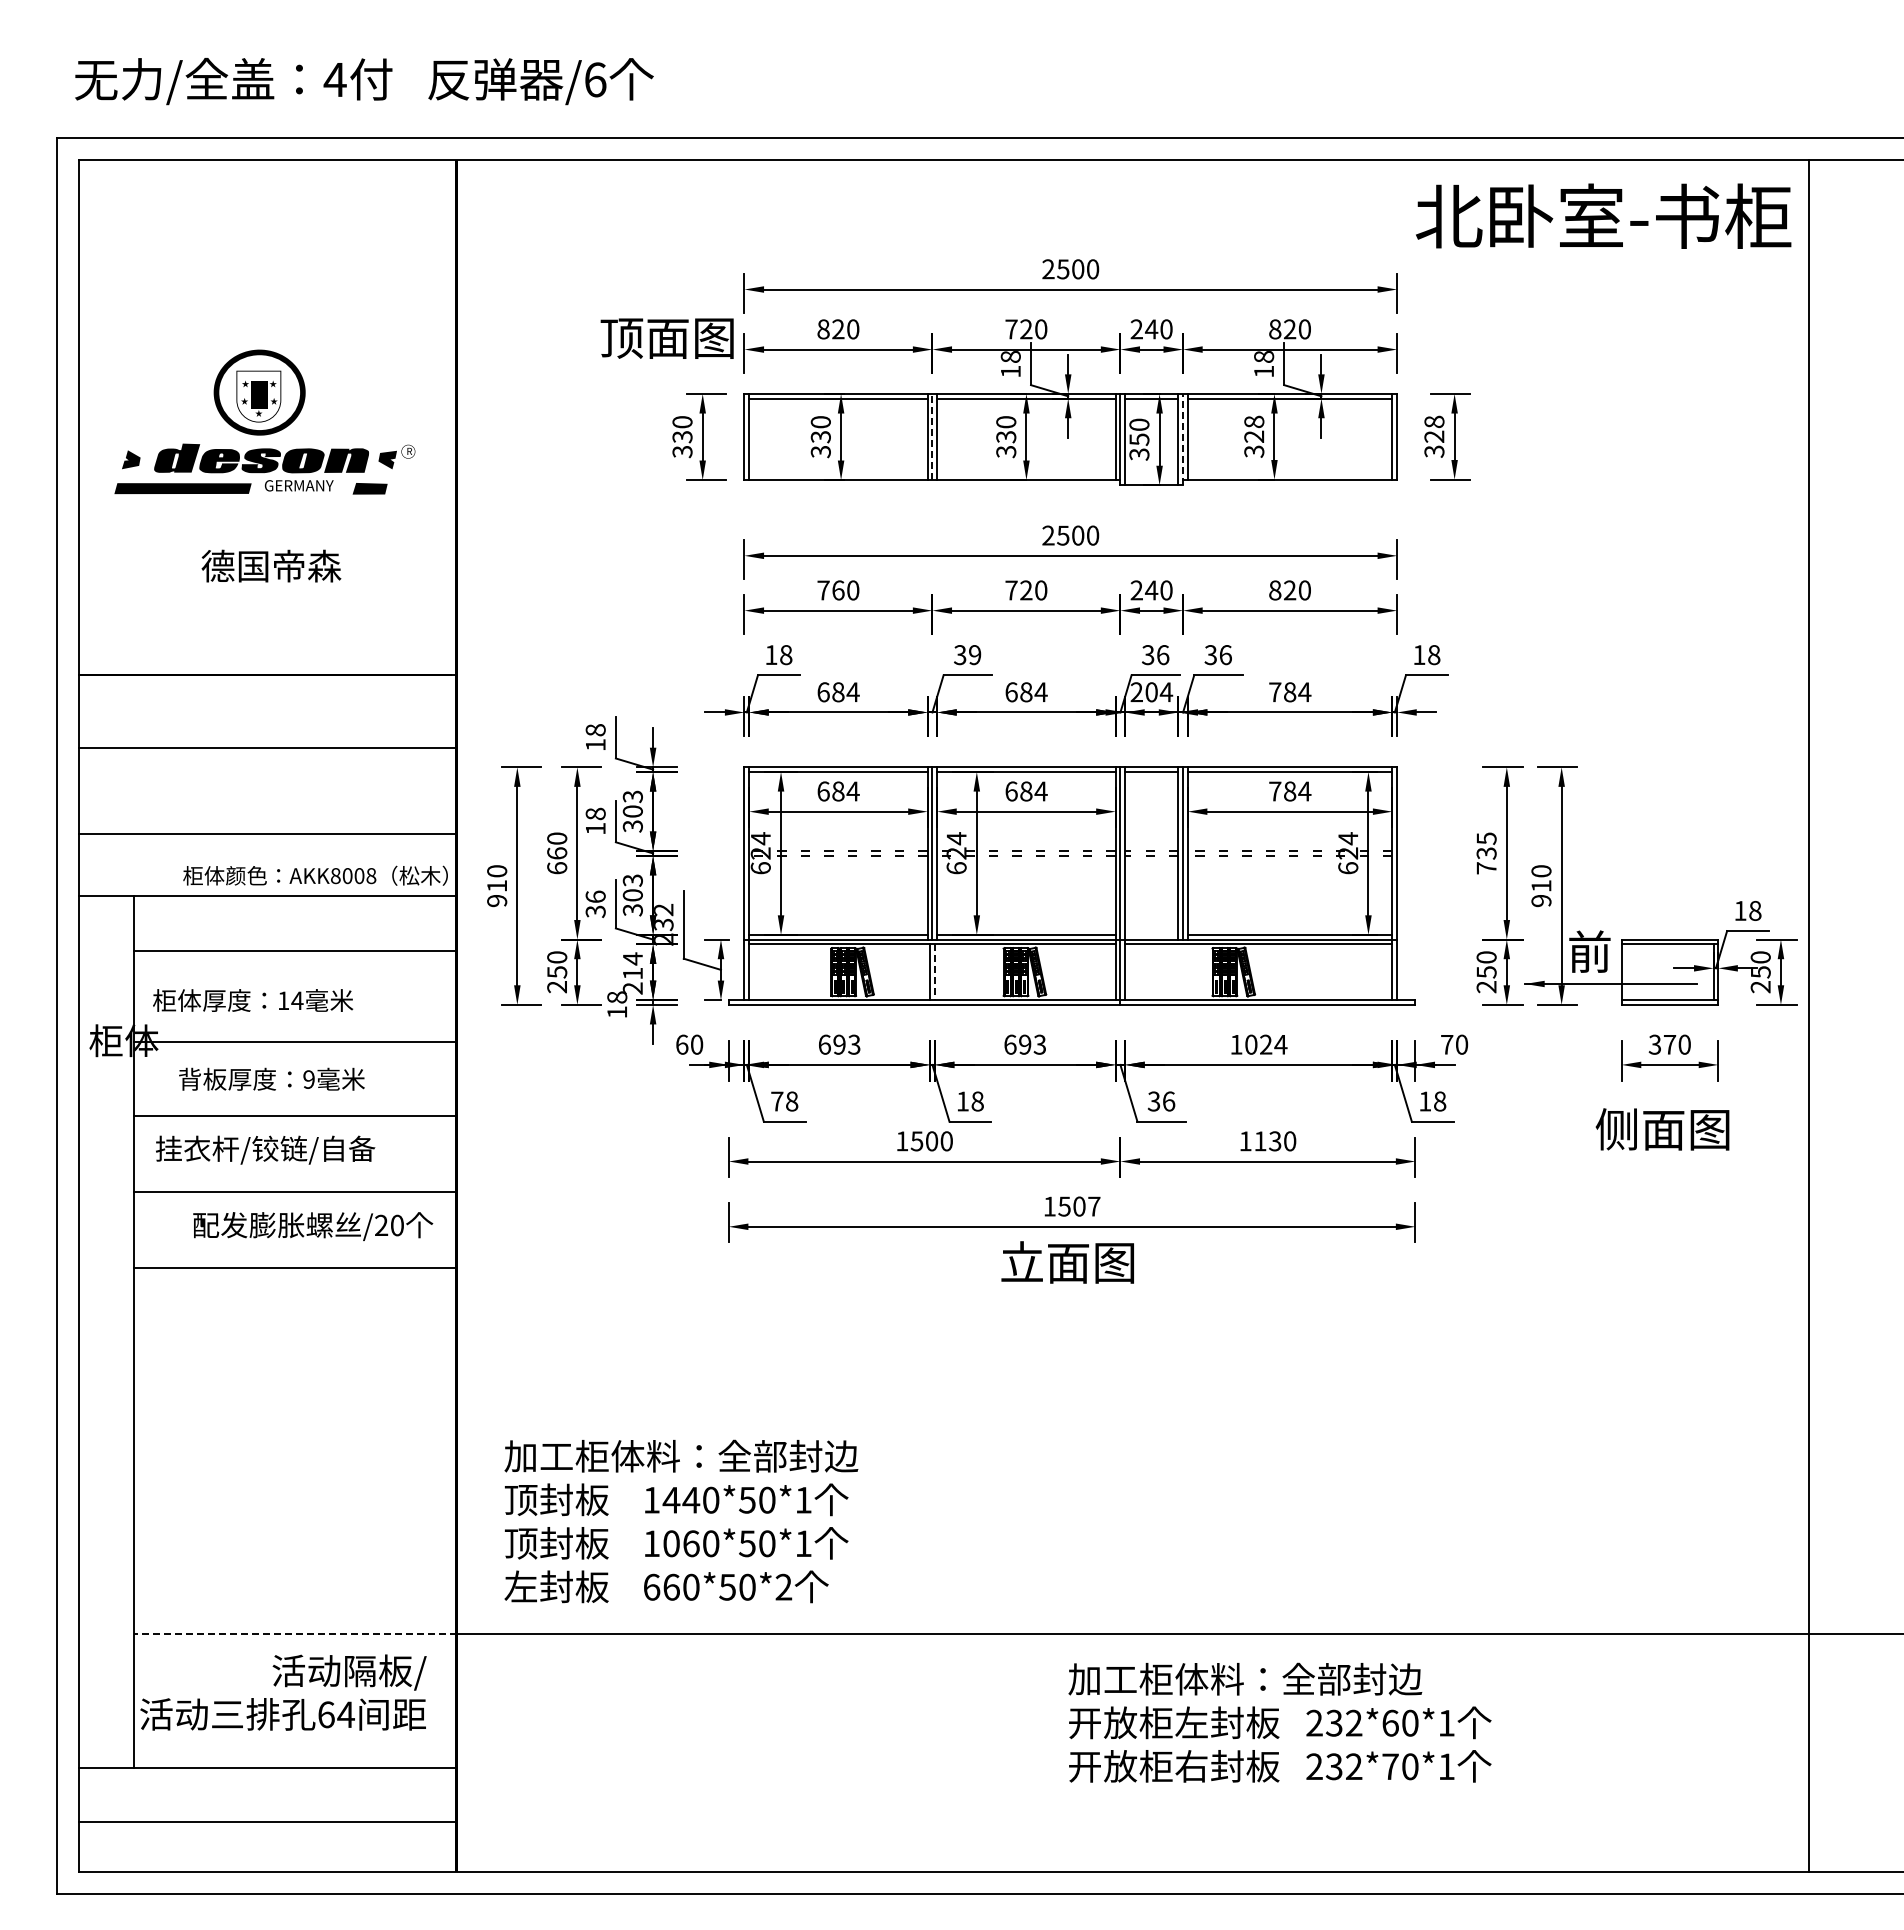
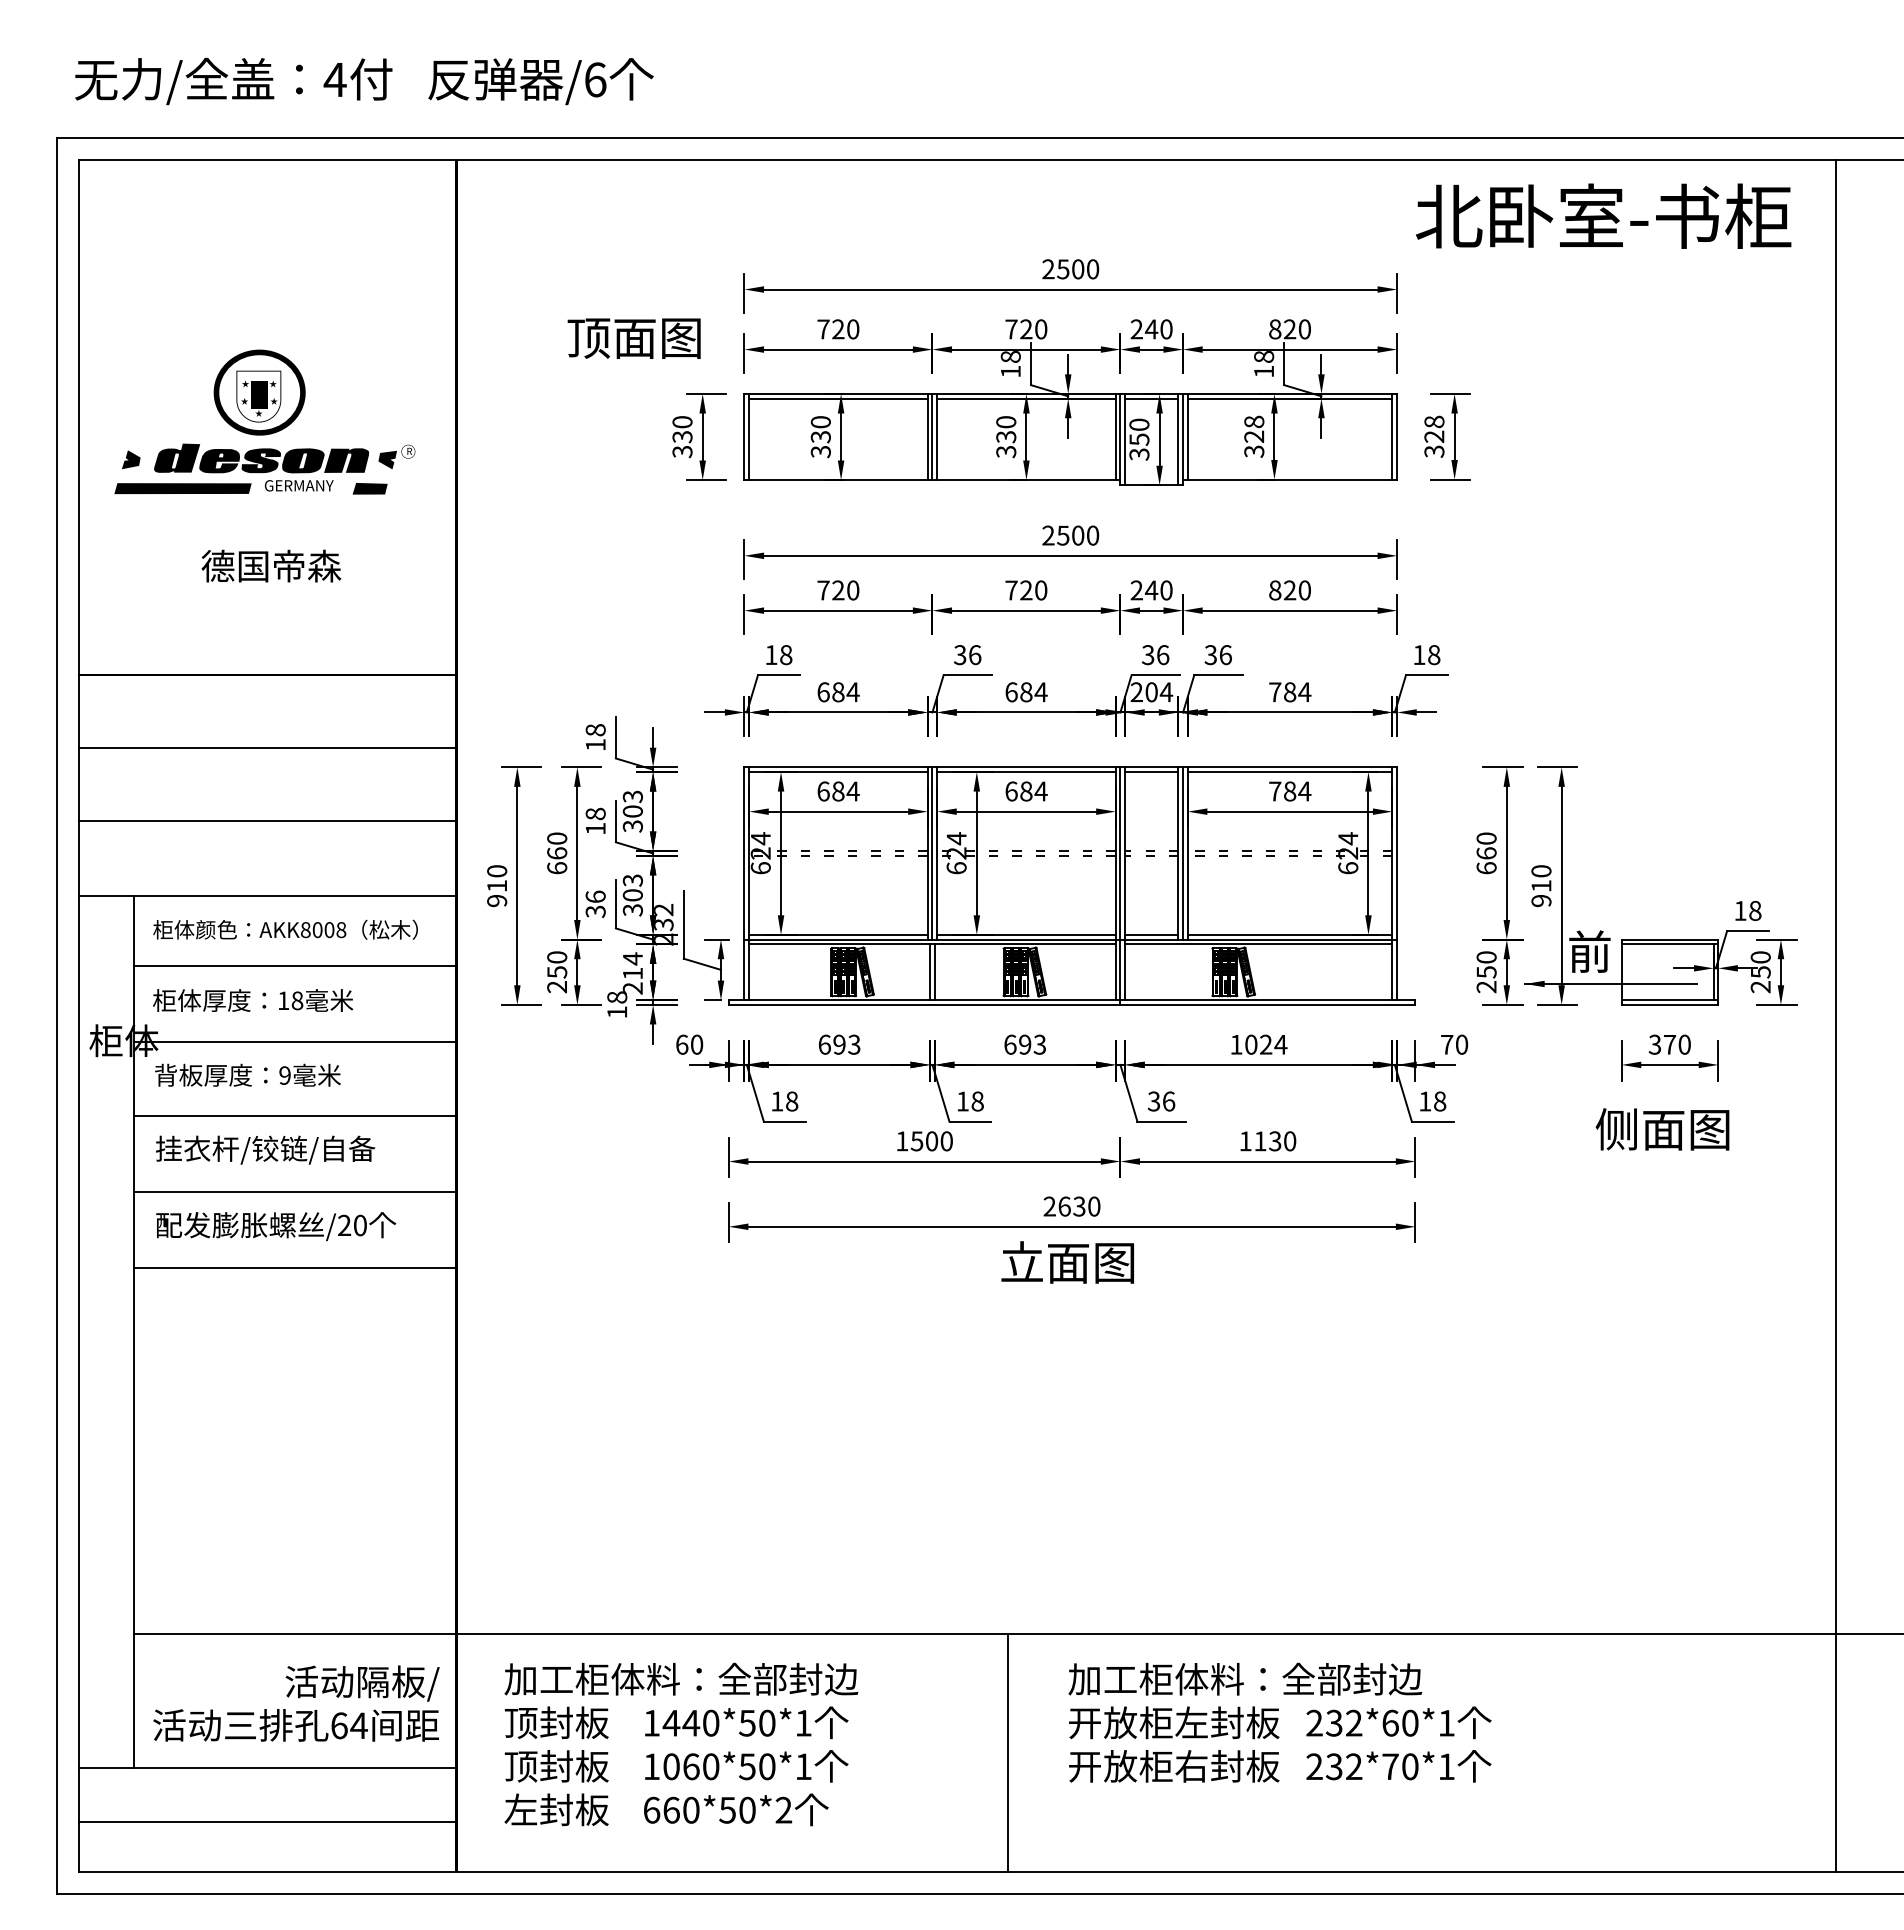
text at (823, 329): 820 -> 720
text at (666, 338) position: (666, 338) -> (633, 338)
line at (932, 436): dashed -> solid
line at (1183, 439): dashed -> solid
text at (838, 590): 760 -> 720
text at (975, 655): 39 -> 36
line at (267, 834) position: (267, 834) -> (267, 821)
text at (1486, 853): 735 -> 660
text at (315, 875) position: (315, 875) -> (285, 929)
line at (1151, 934): none -> present
line at (294, 951) position: (294, 951) -> (294, 966)
line at (934, 972): dashed -> solid
text at (297, 1000): 14 -> 18
line at (1808, 1015) position: (1808, 1015) -> (1835, 1015)
text at (271, 1078) position: (271, 1078) -> (247, 1074)
text at (777, 1101): 78 -> 18
text at (1071, 1206): 1507 -> 2630
text at (313, 1226) position: (313, 1226) -> (276, 1226)
text at (681, 1521) position: (681, 1521) -> (681, 1744)
line at (294, 1633): dashed -> solid
text at (283, 1692) position: (283, 1692) -> (296, 1703)
line at (1008, 1752): none -> present
